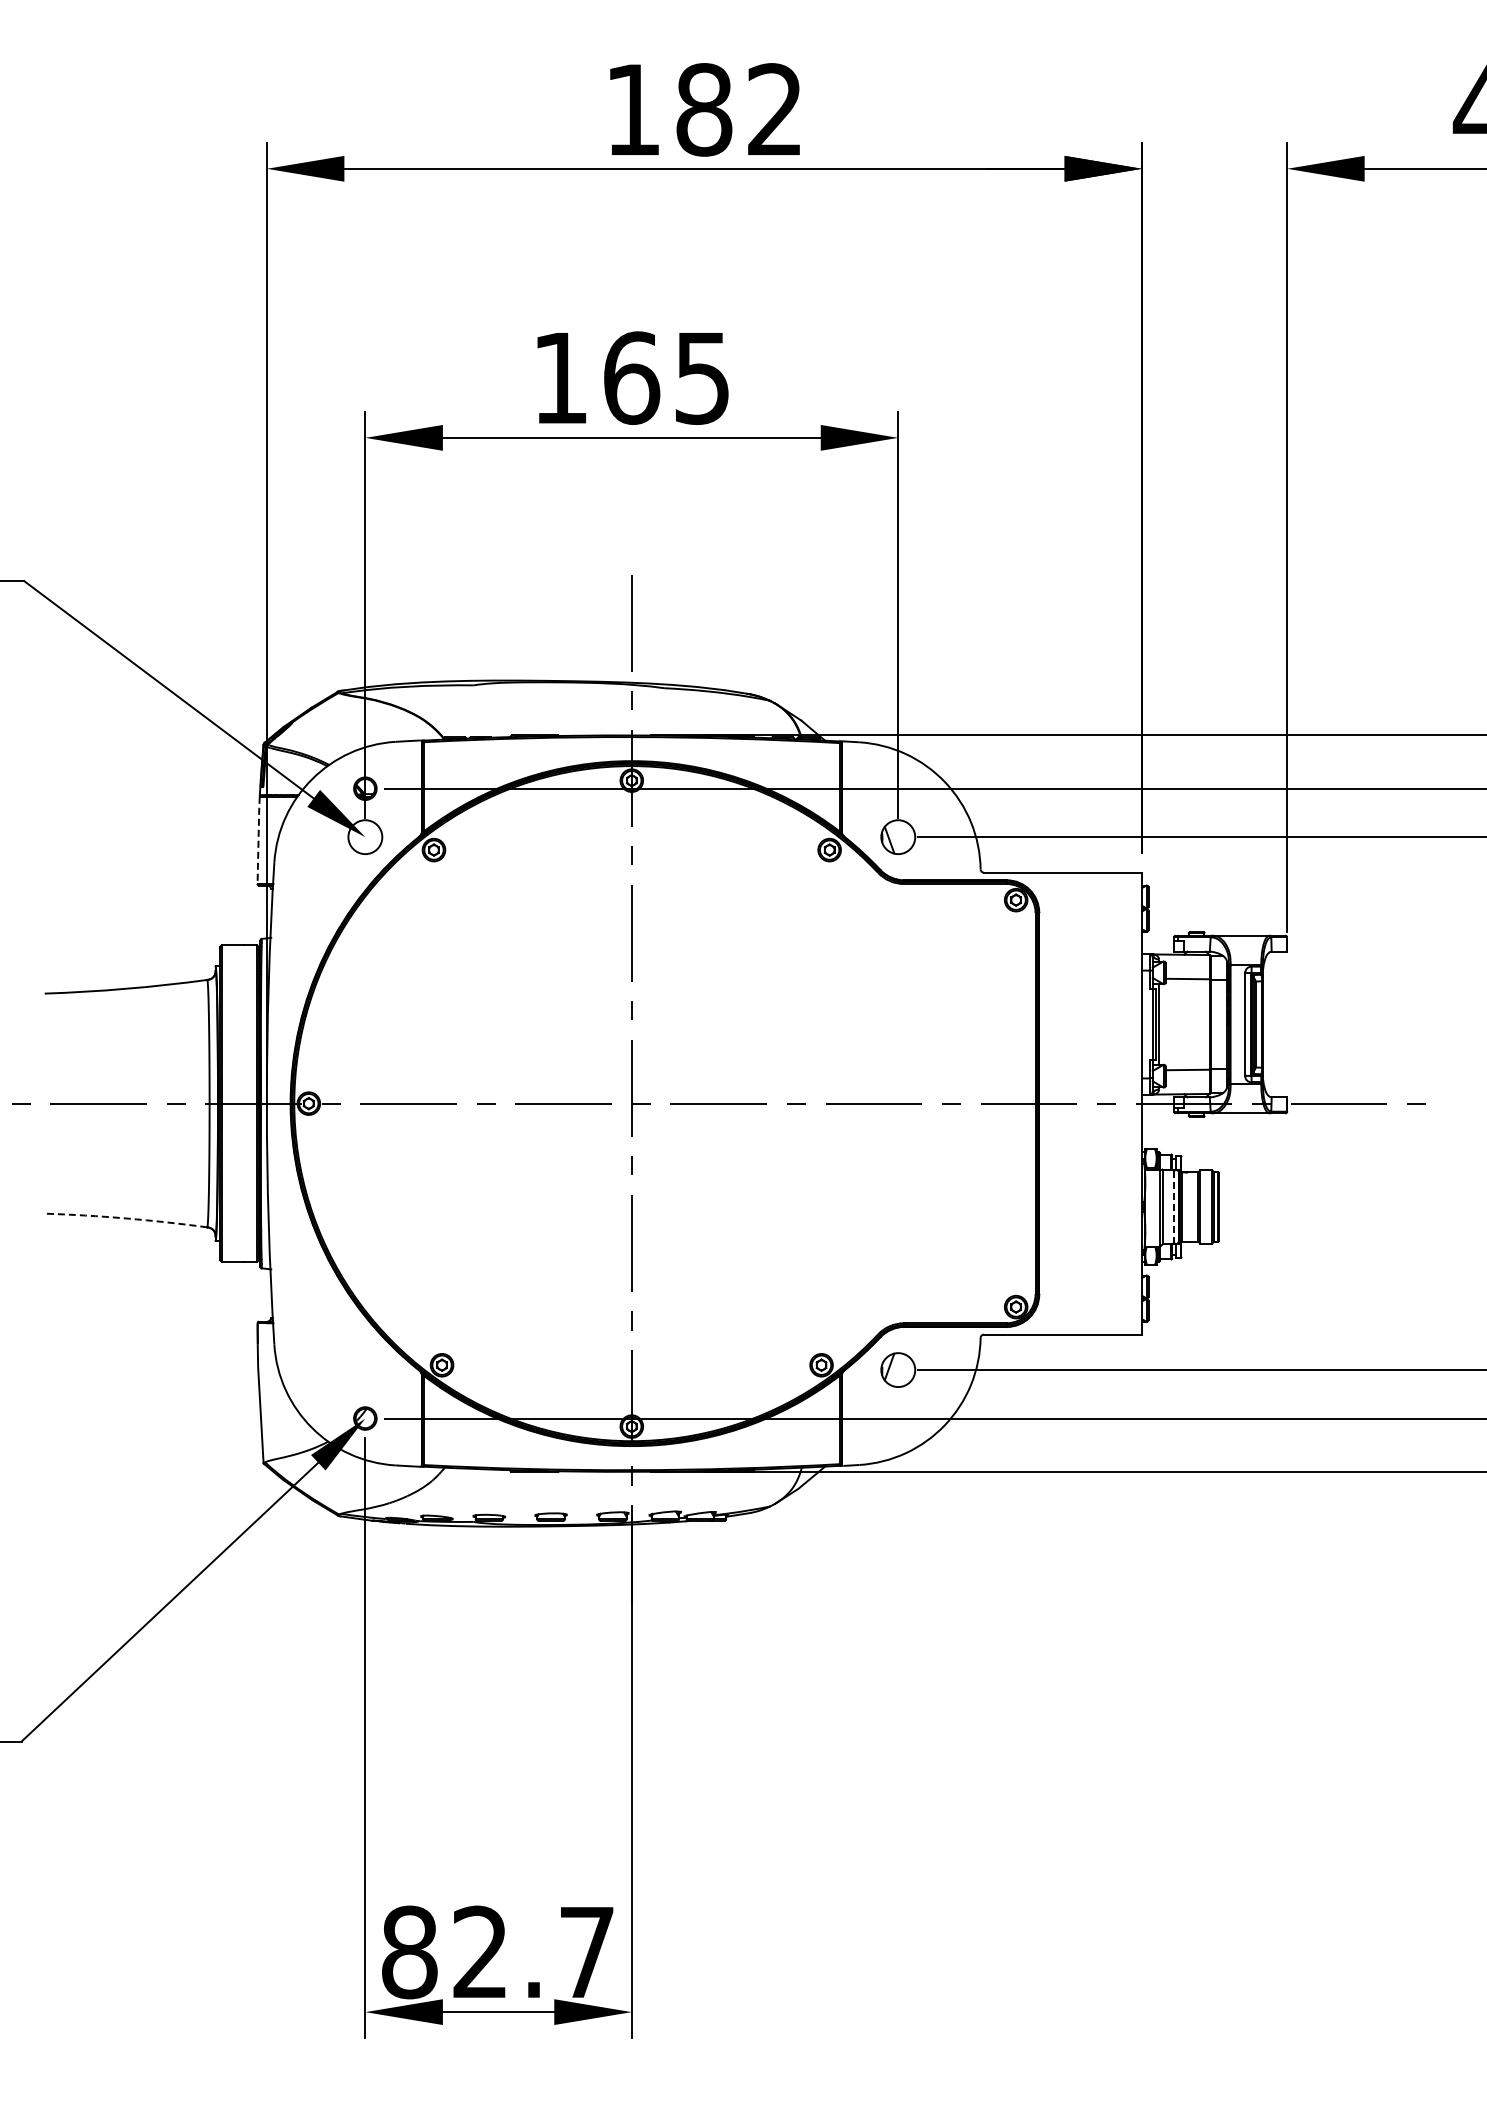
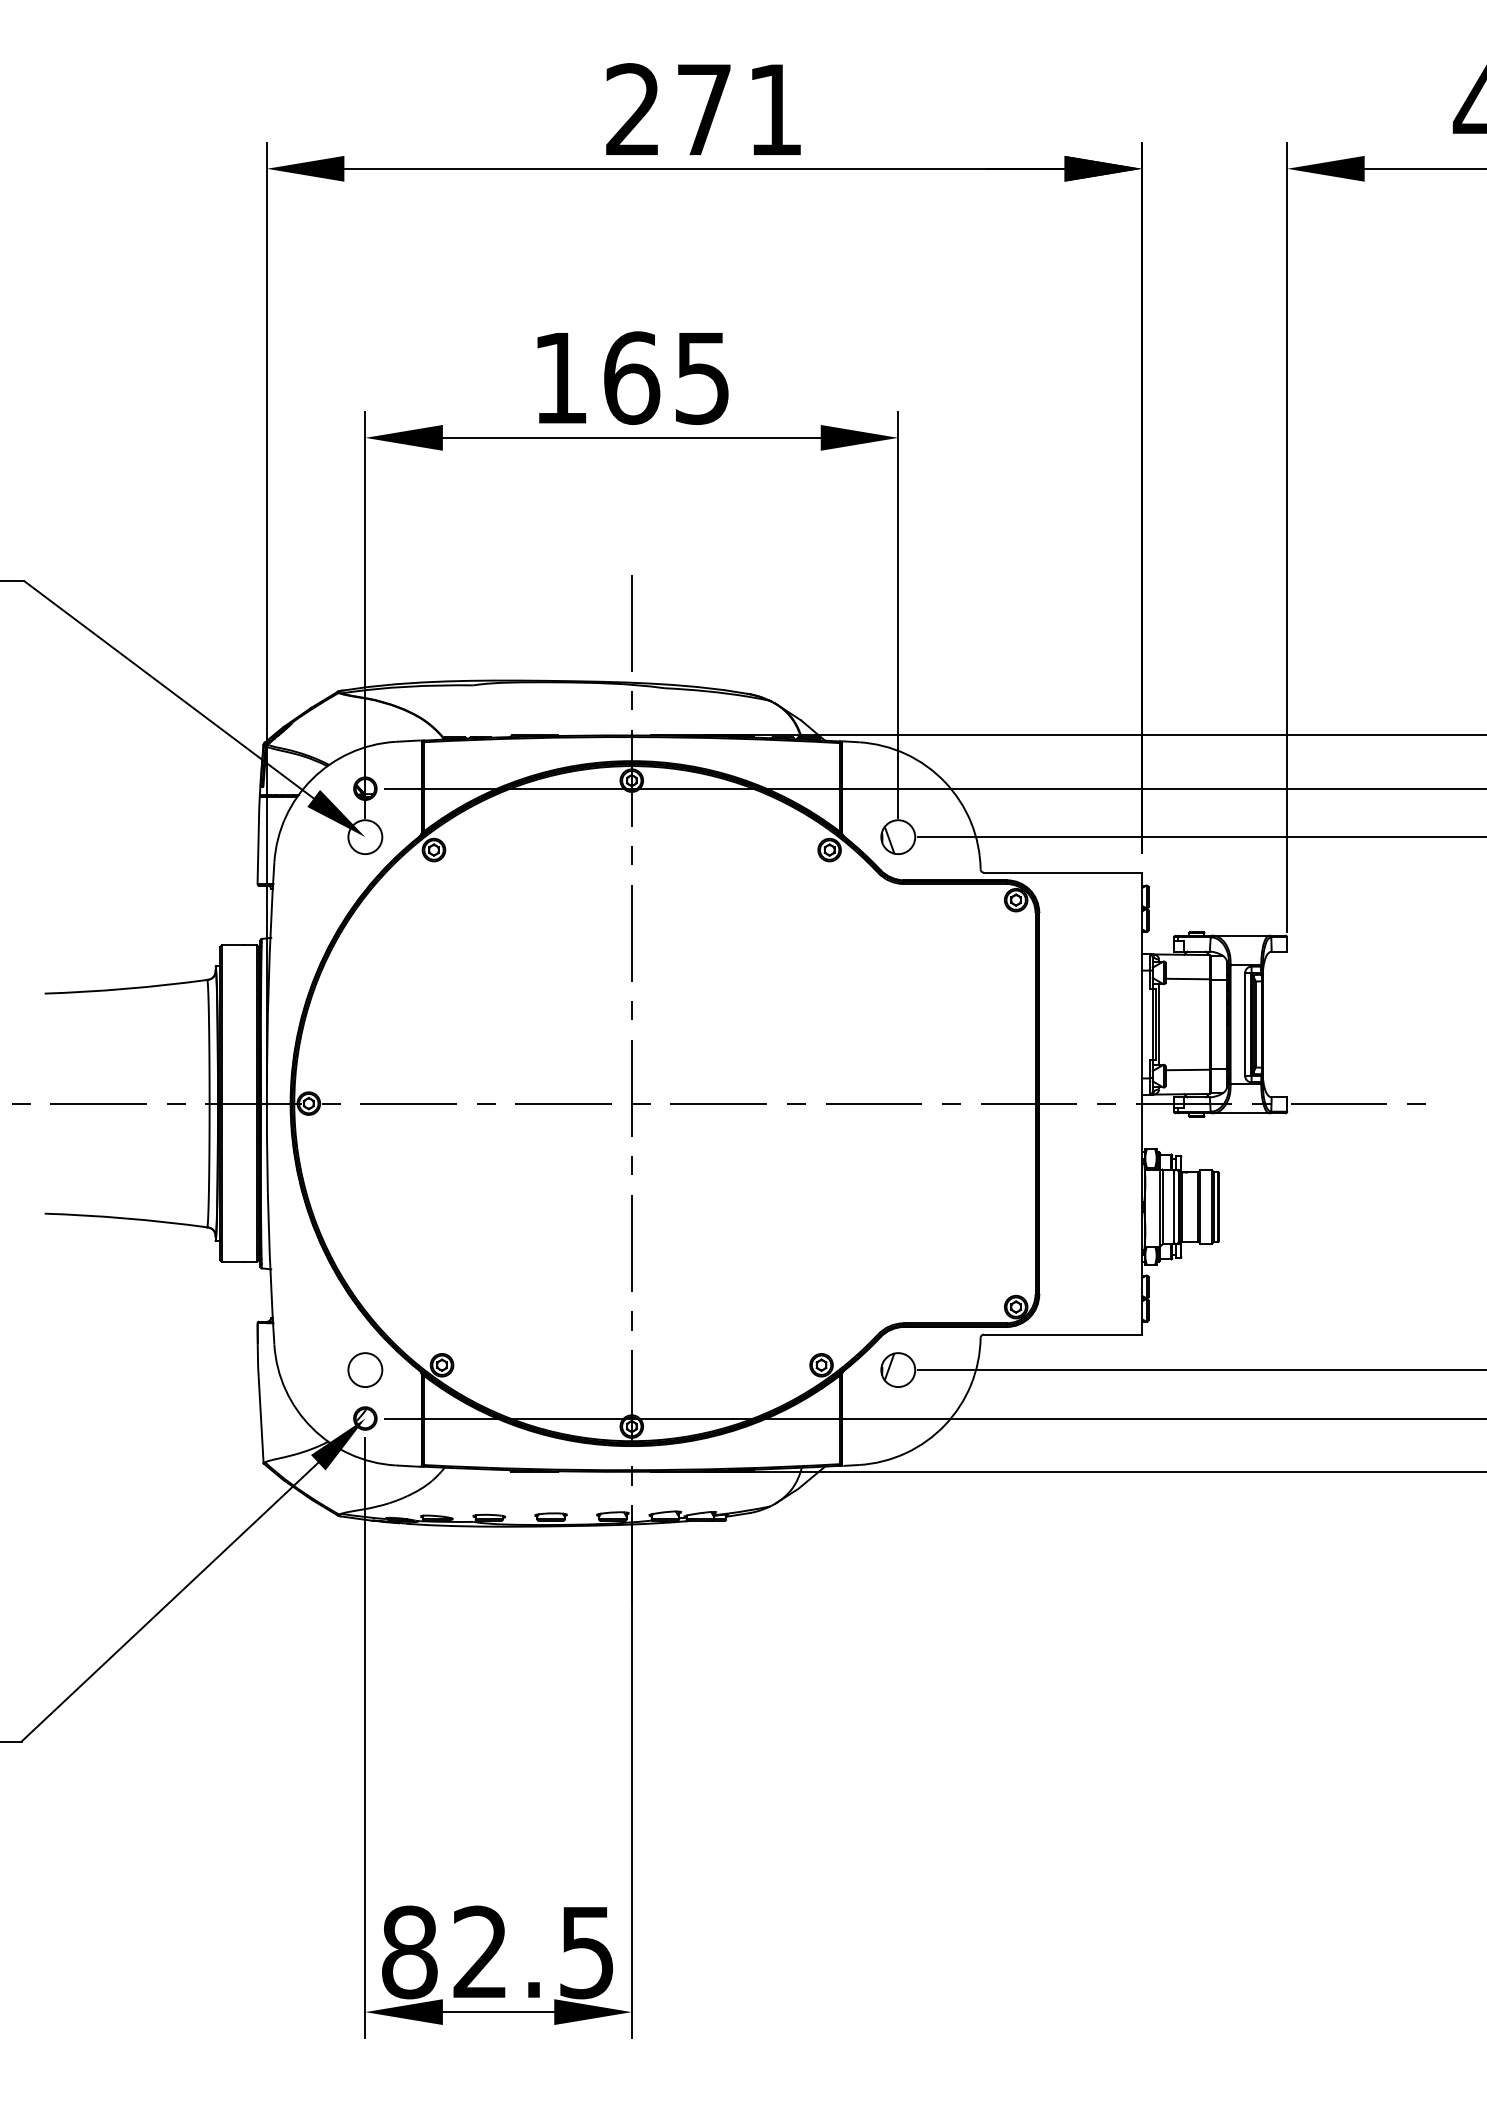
text at (703, 109): 182 -> 271
line at (258, 840): dashed -> solid
line at (1173, 1207): dashed -> solid
arc at (126, 1218): dashed -> solid
circle at (365, 1369): none -> present
text at (586, 1953): 82.7 -> 82.5
